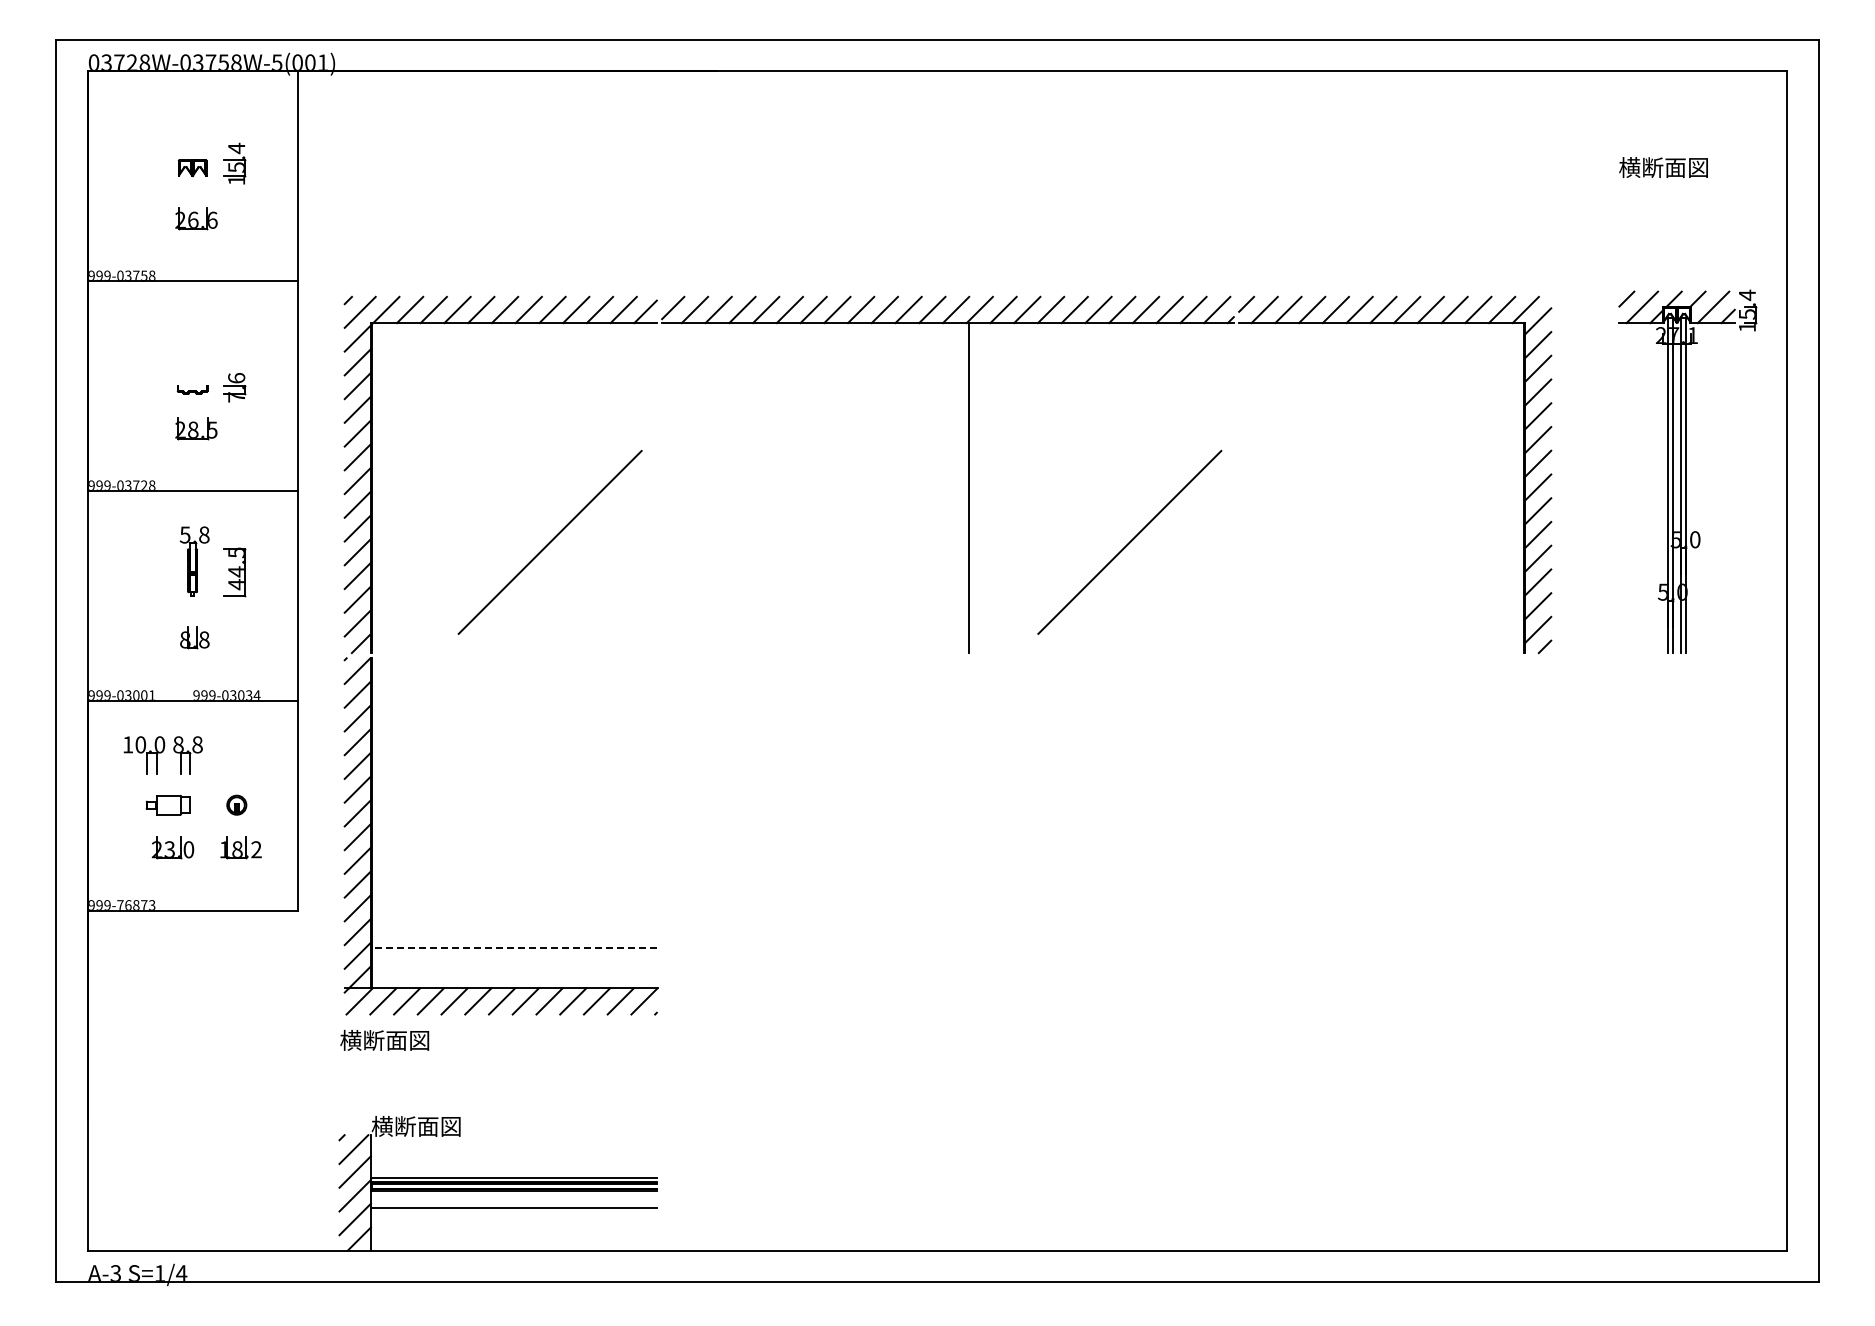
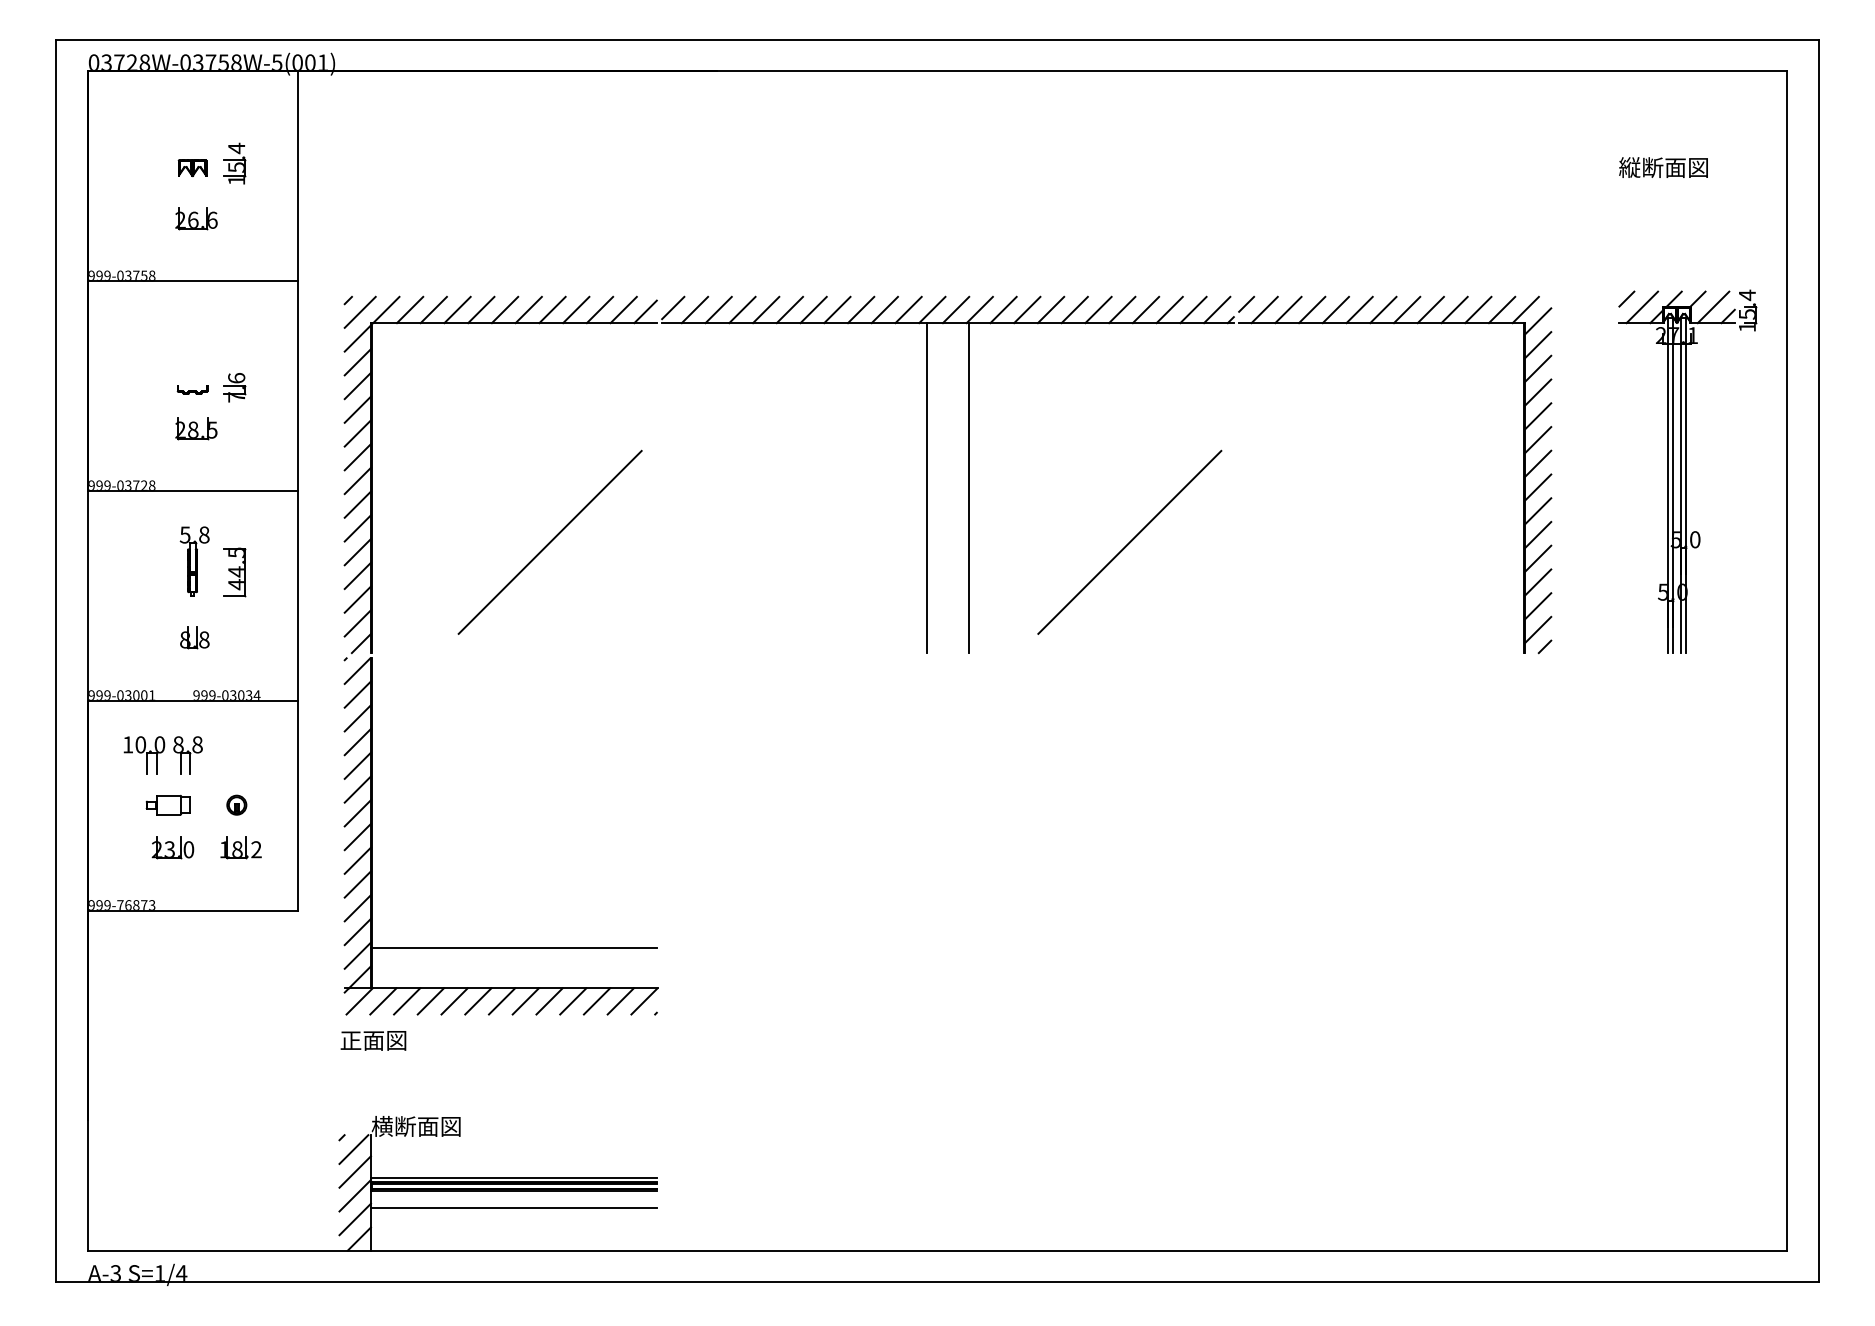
text at (1629, 167): 横断面図 -> 縦断面図
line at (927, 488): none -> present
line at (513, 948): dashed -> solid
text at (384, 1039): 横断面図 -> 正面図
